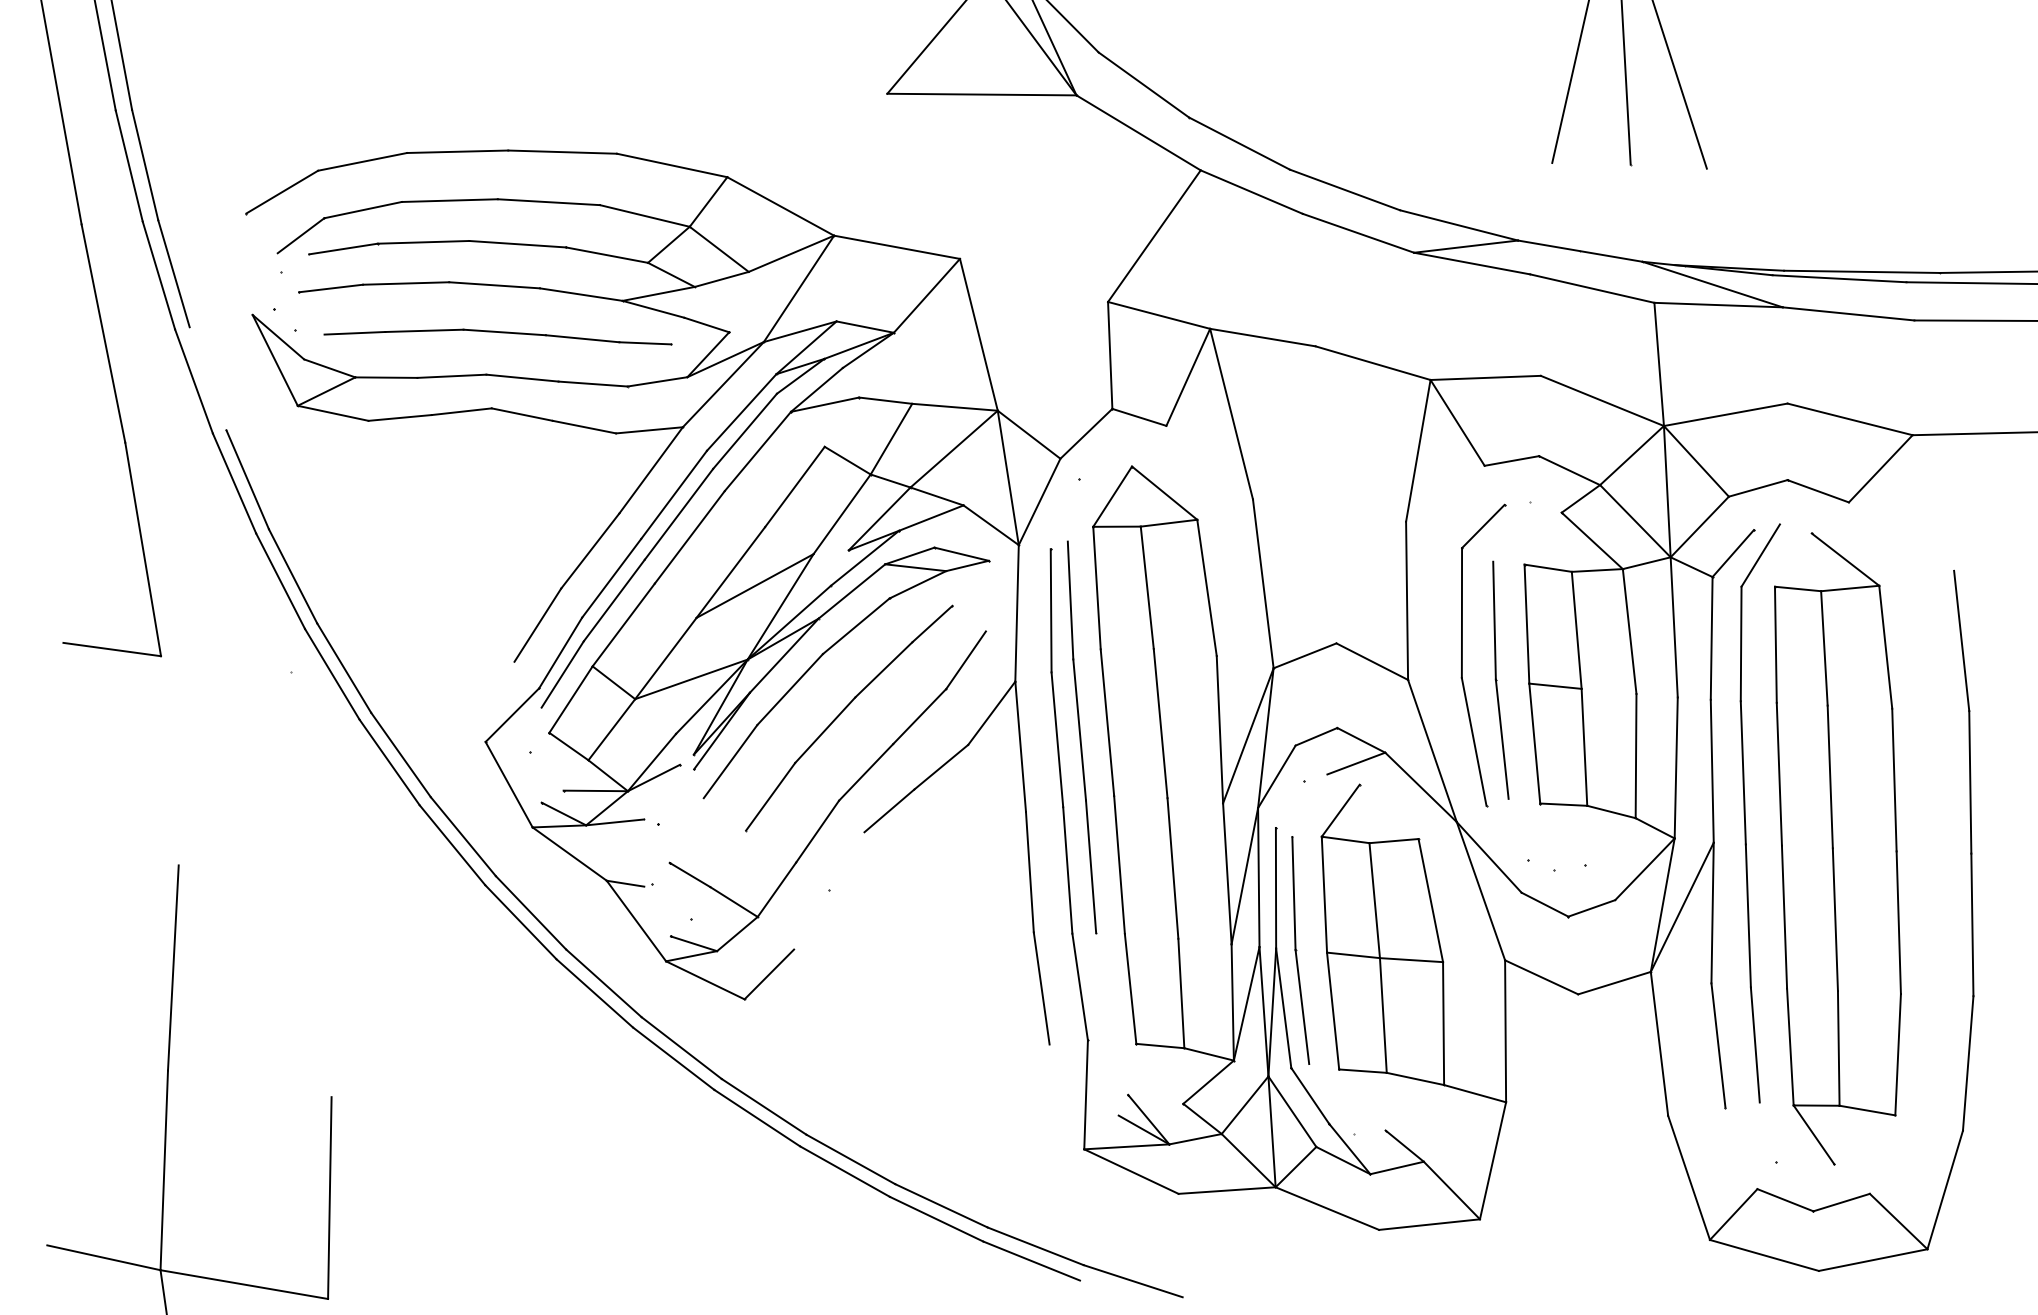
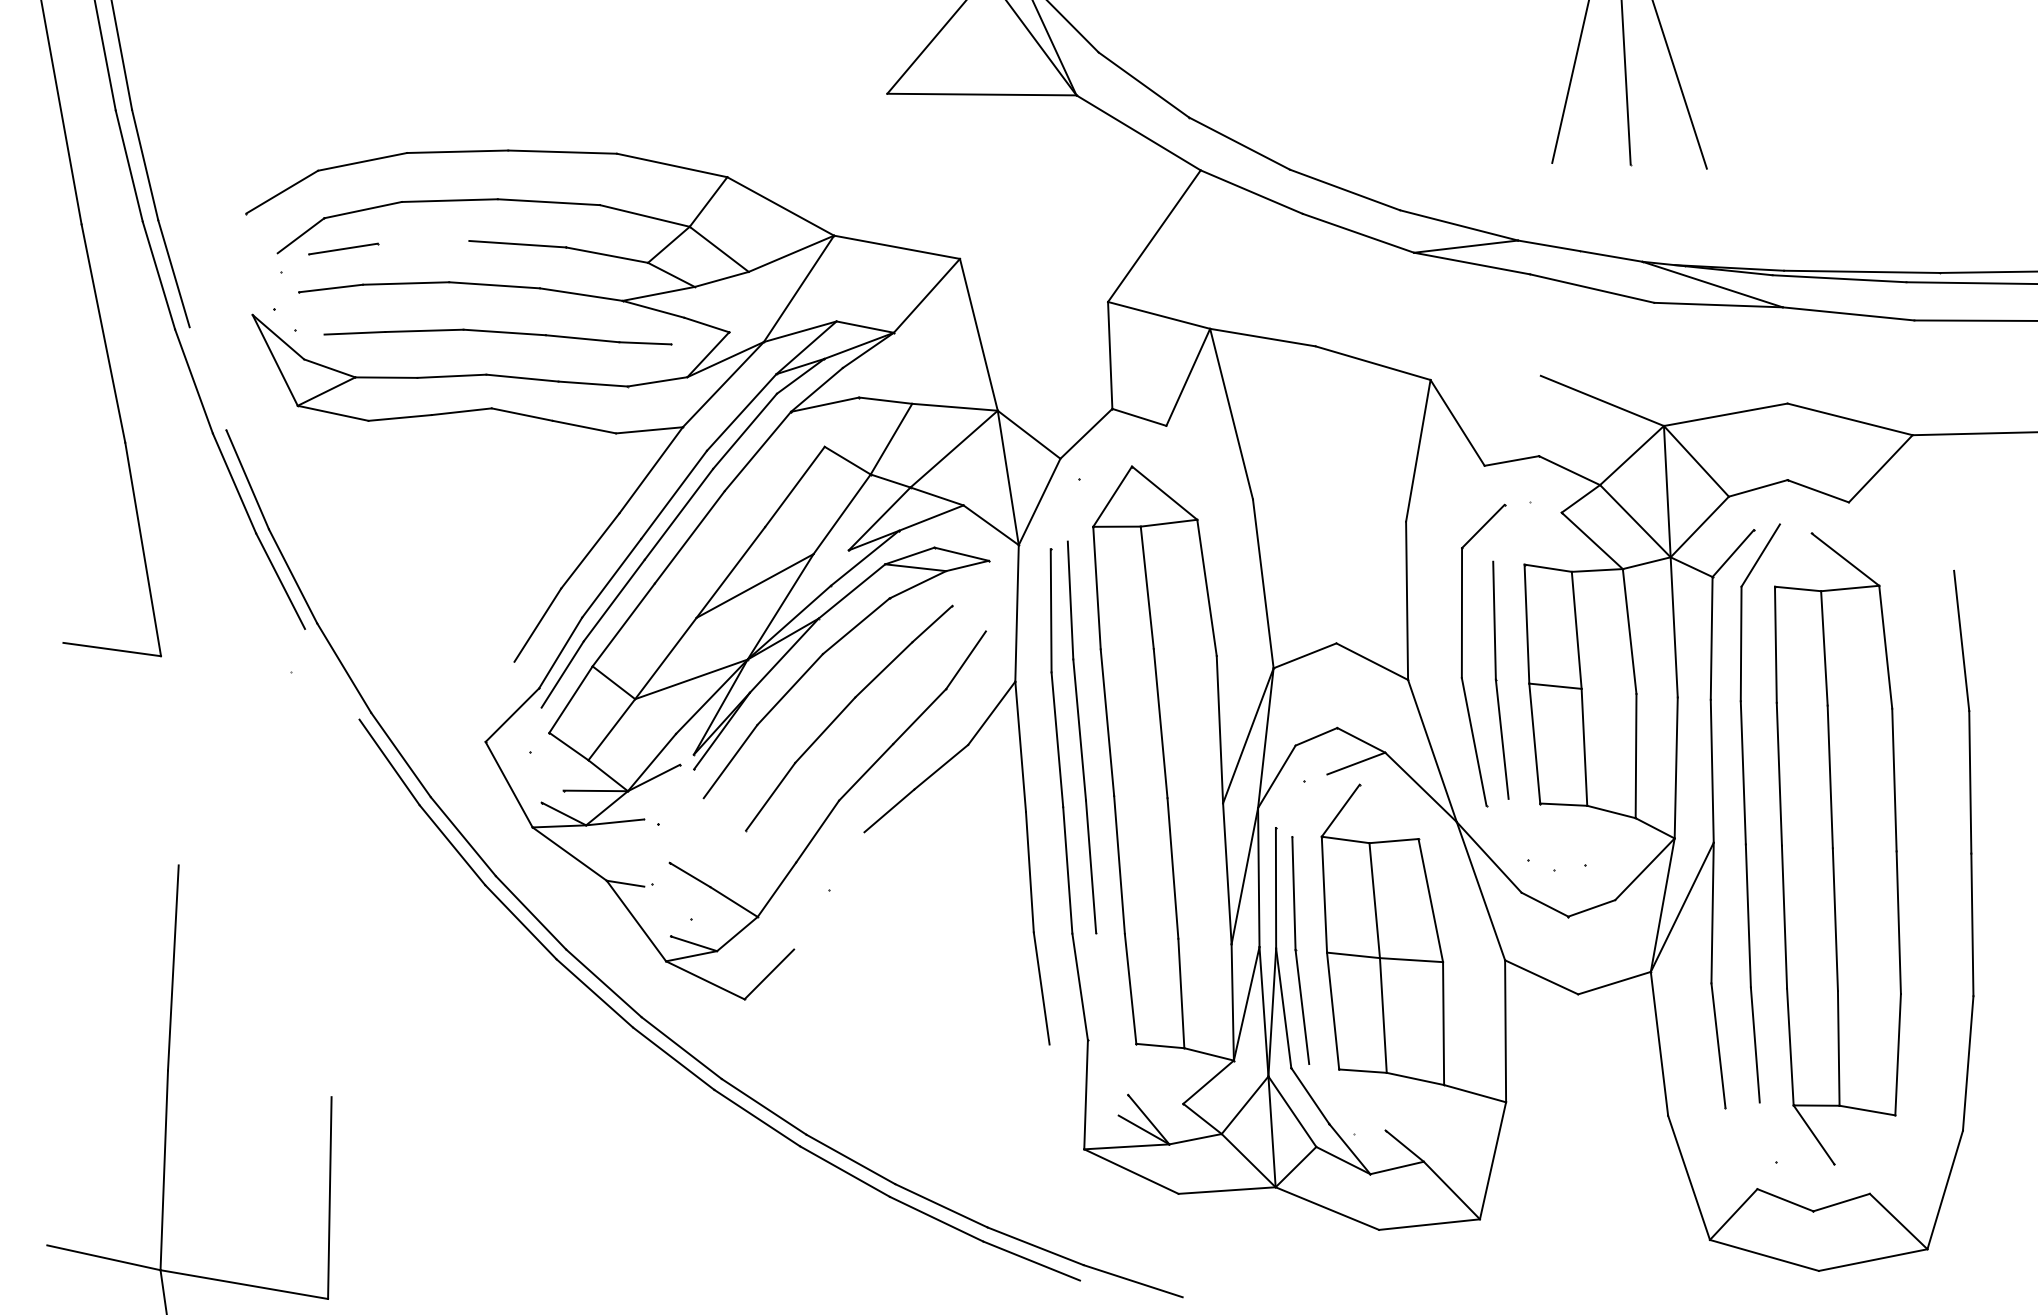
line at (423, 241): present -> none
line at (1658, 364): present -> none
line at (1485, 377): present -> none
line at (332, 673): present -> none
